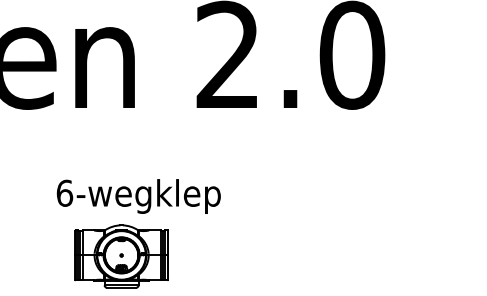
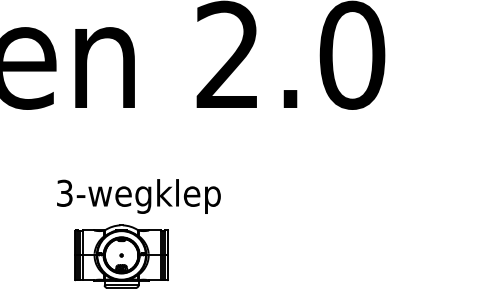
text at (64, 192): 6-wegklep -> 3-wegklep
